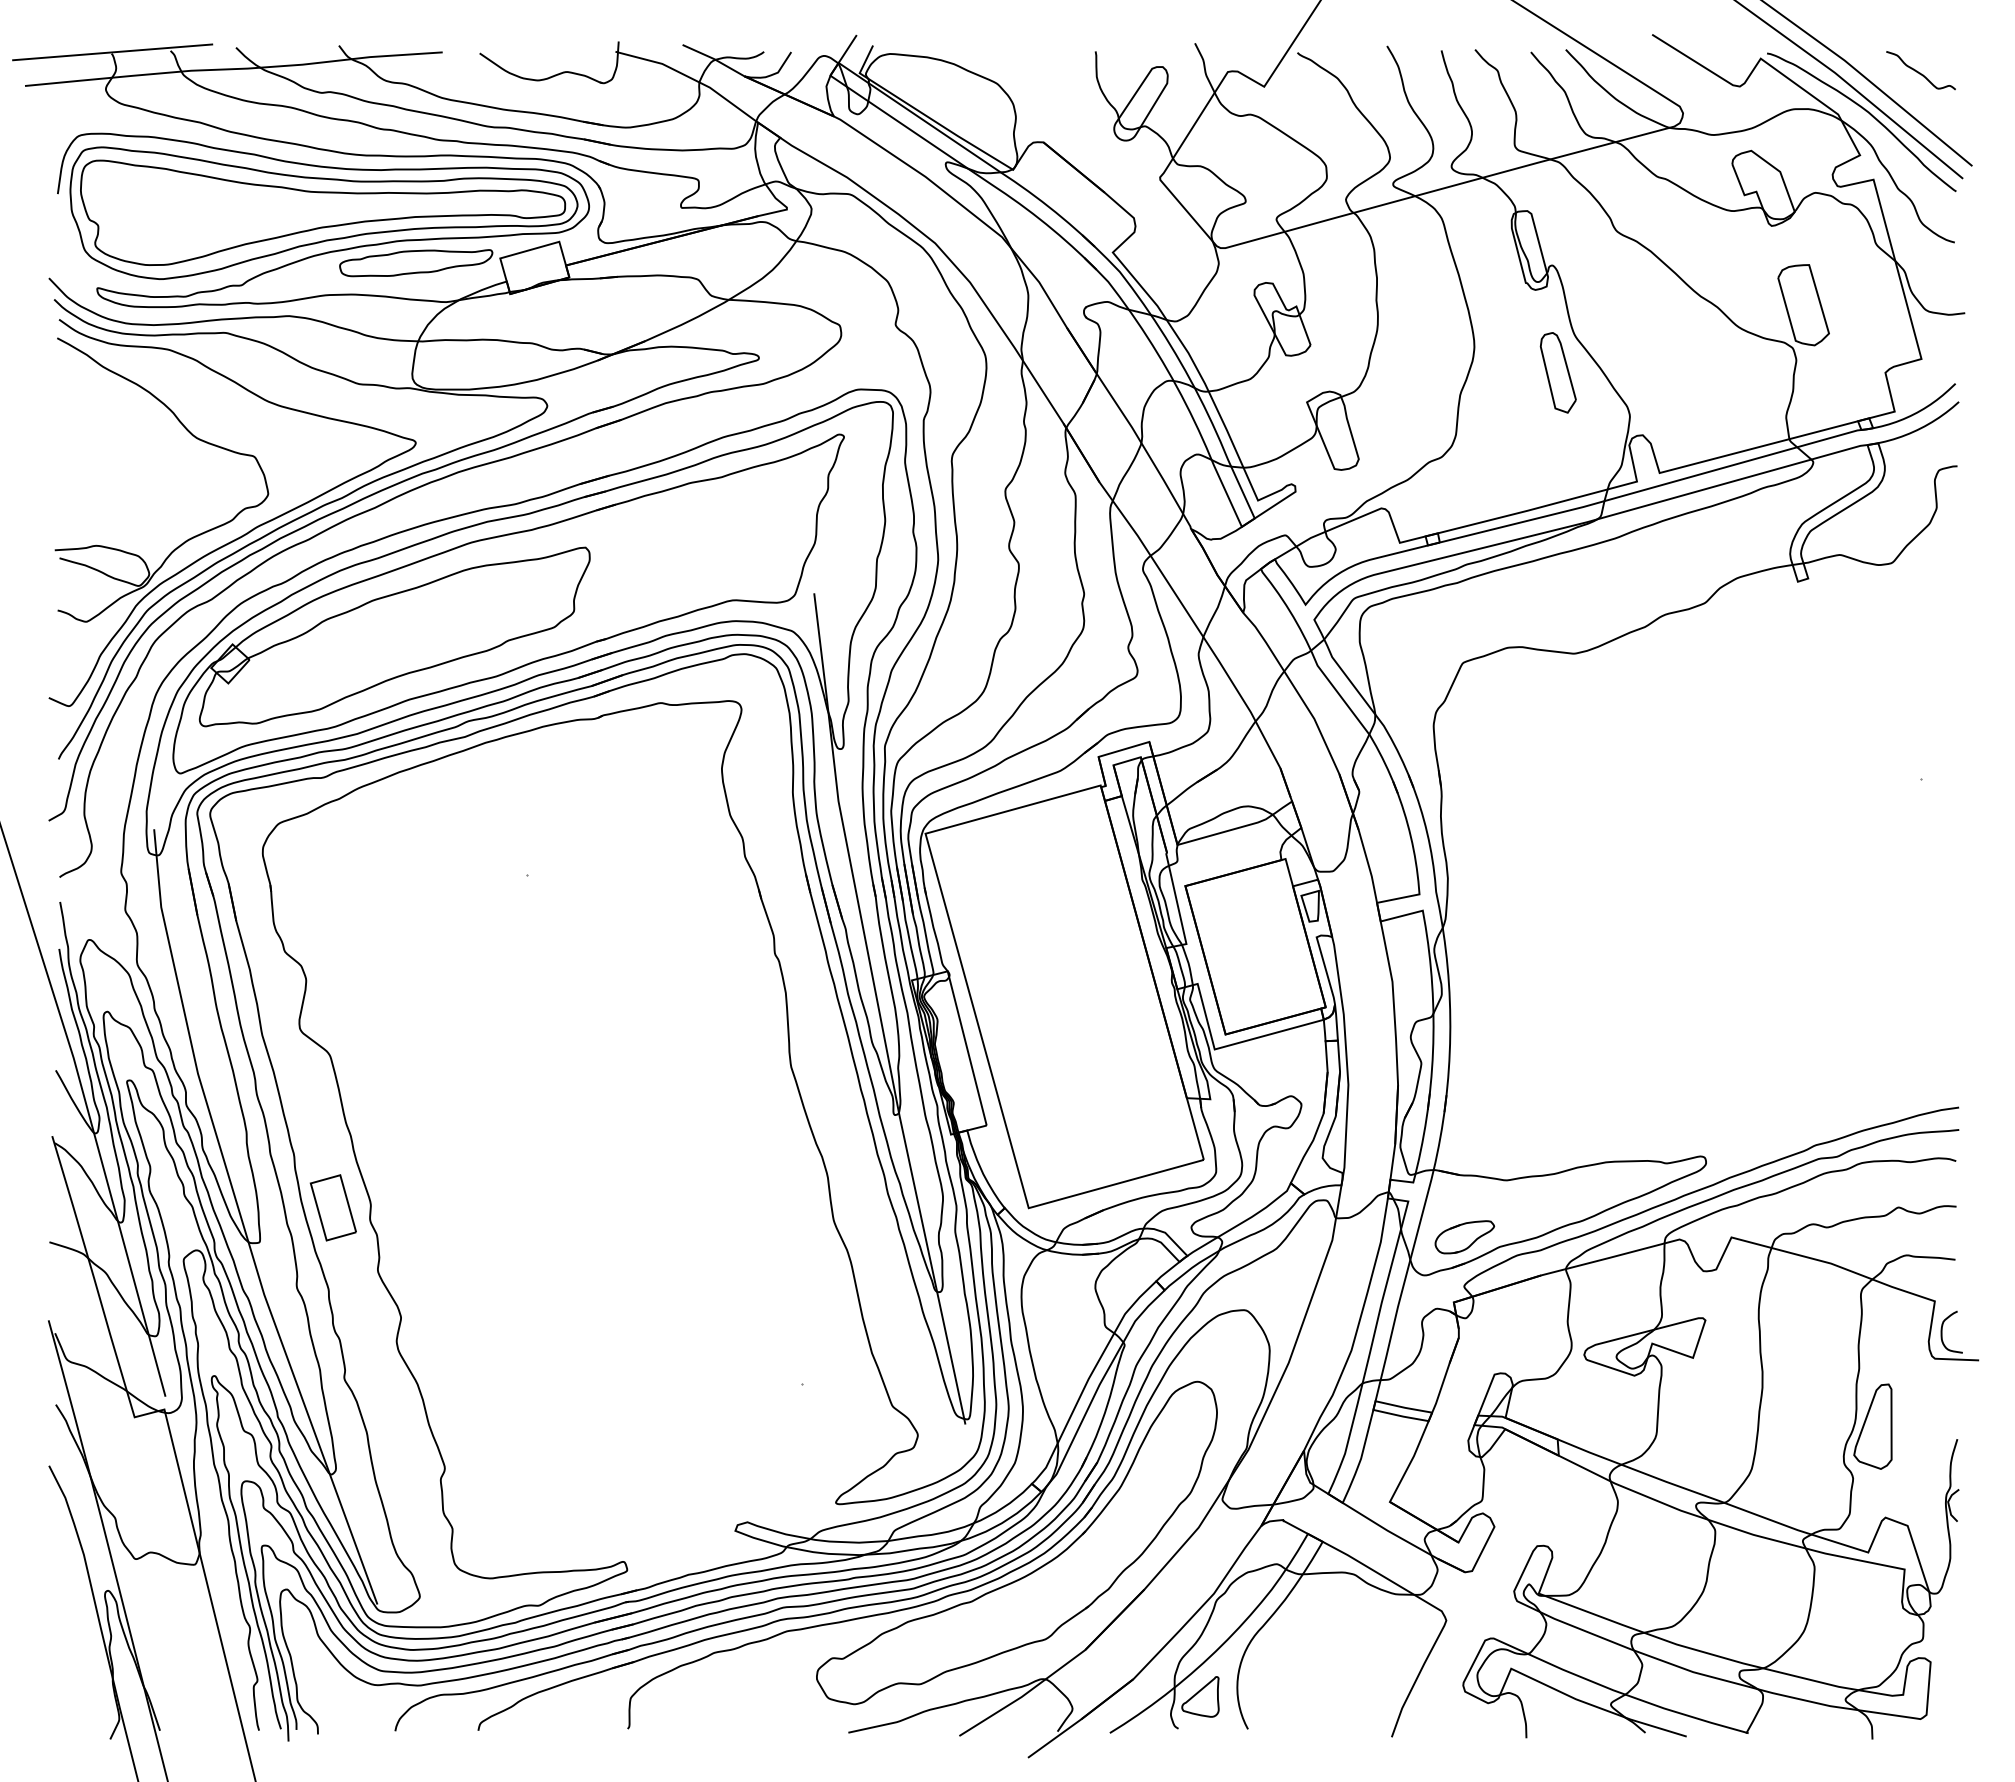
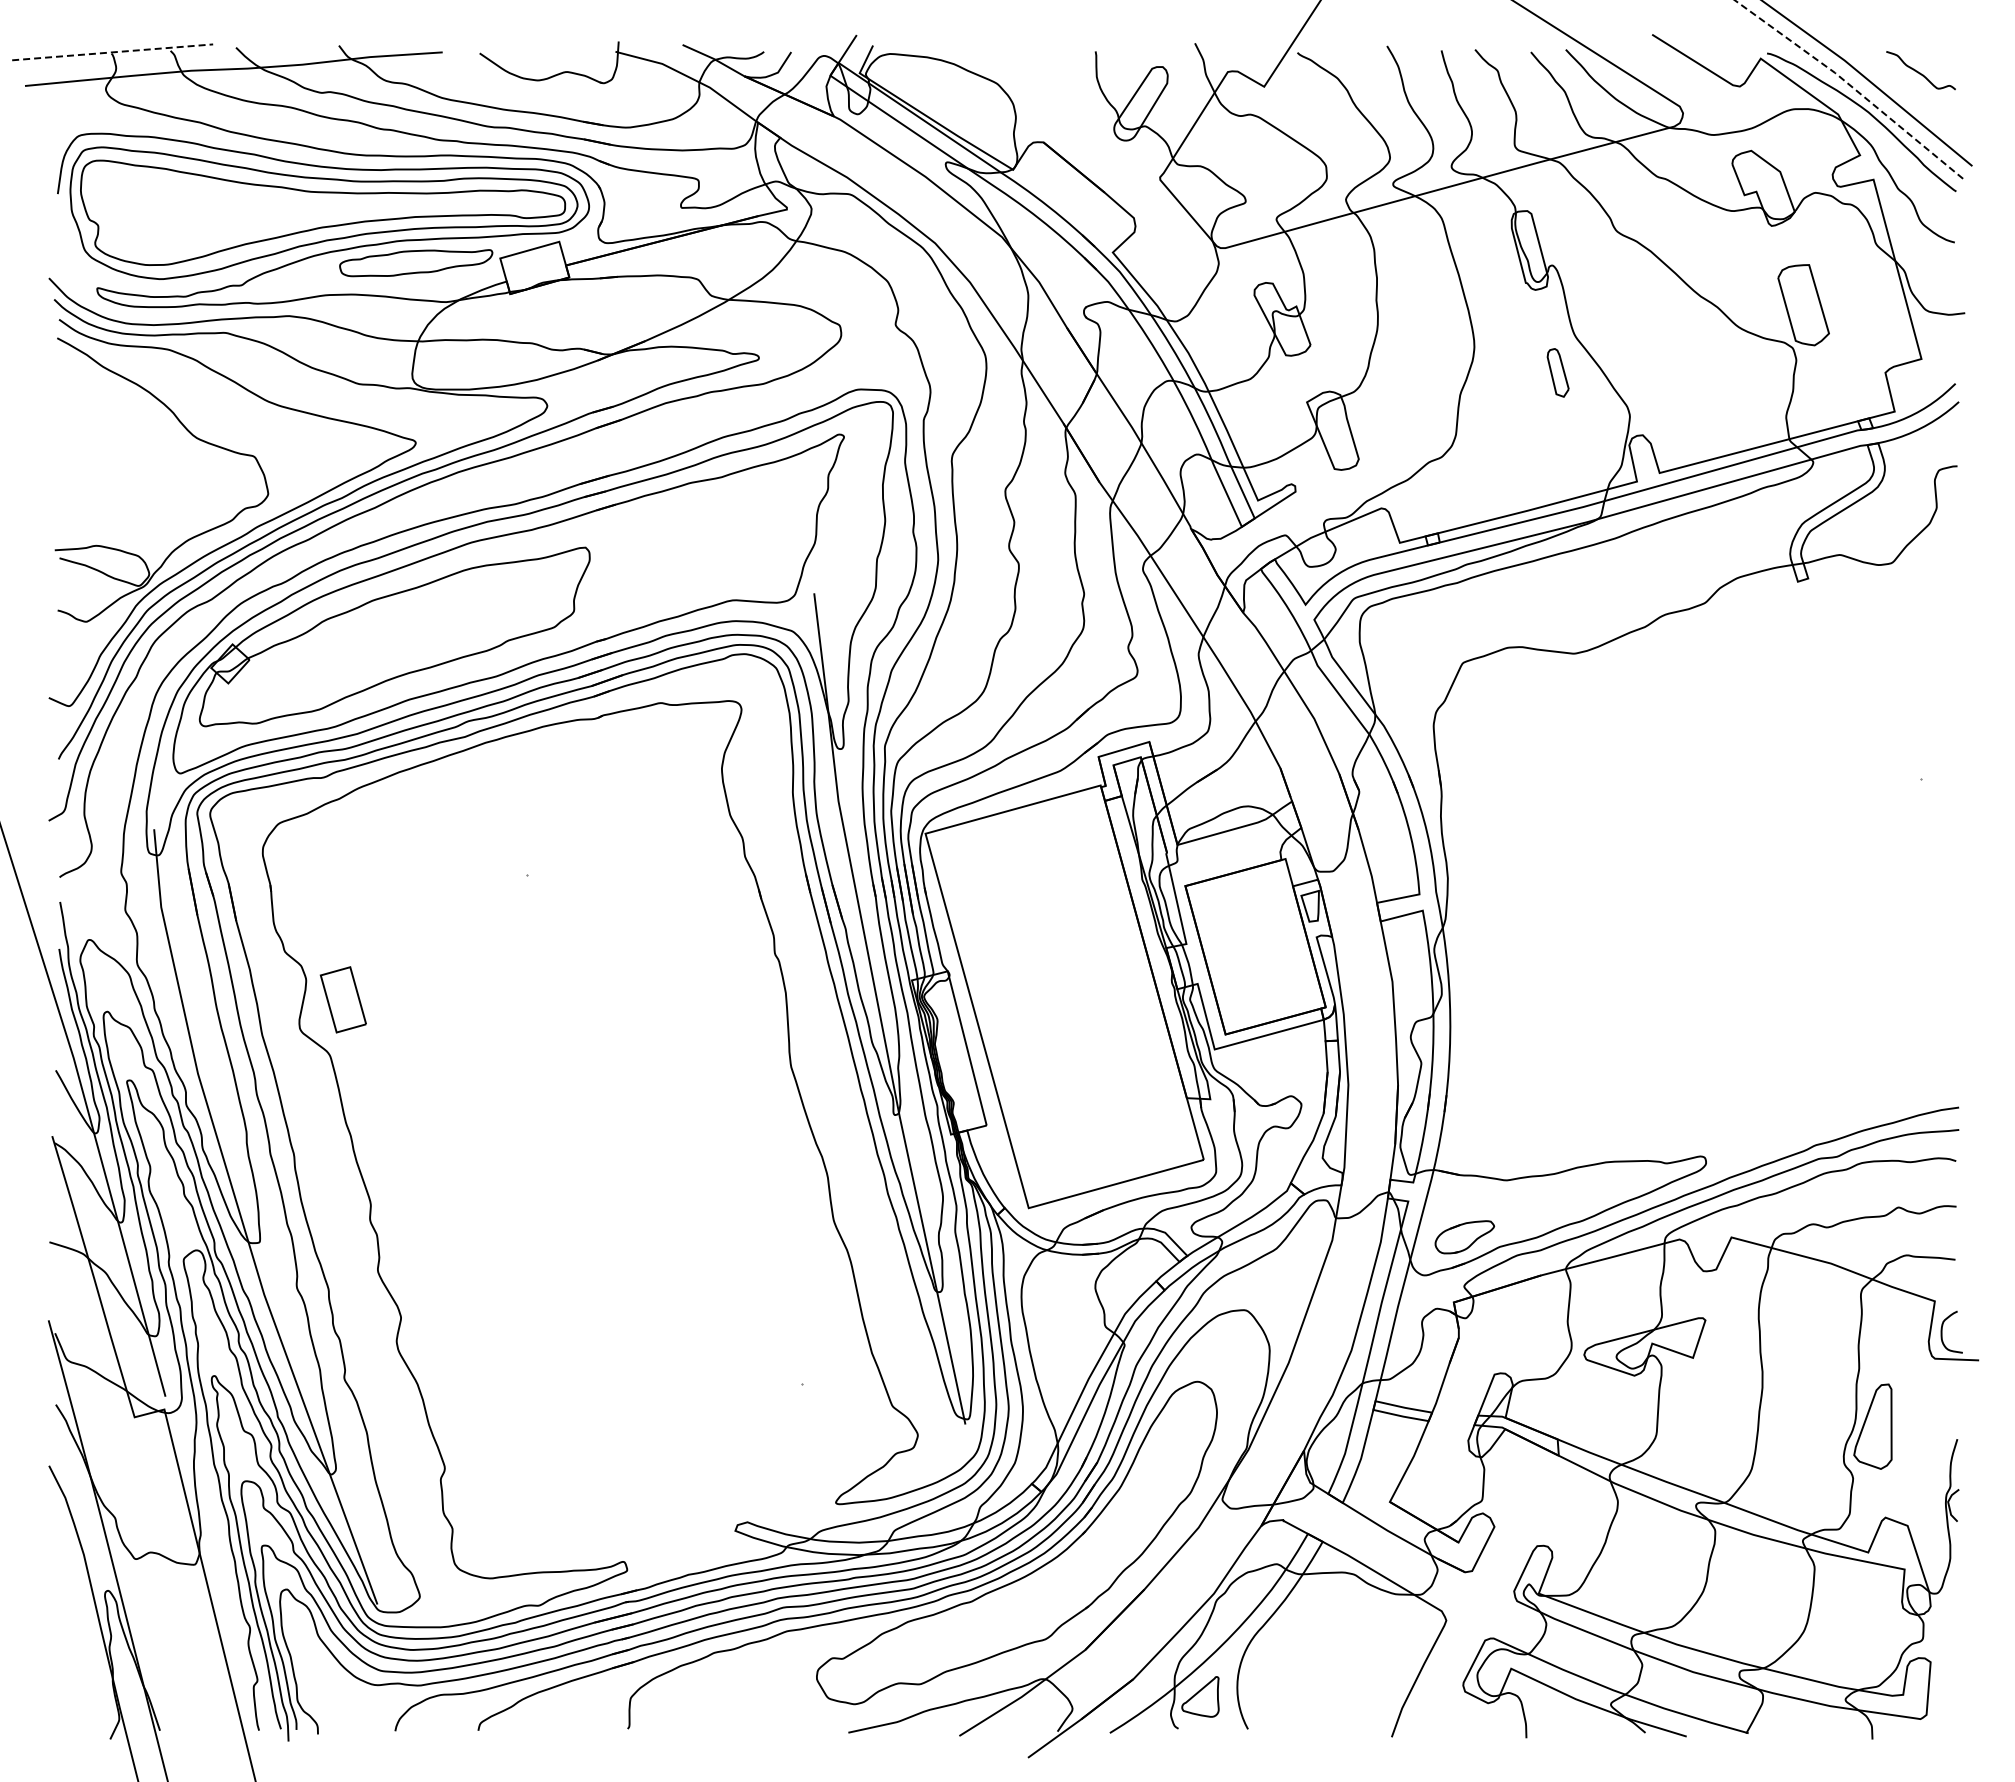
line at (112, 52): solid -> dashed
line at (1851, 86): solid -> dashed
part at (1557, 372) size: 38x82 px -> 24x50 px
part at (332, 1207) position: (332, 1207) -> (342, 999)
